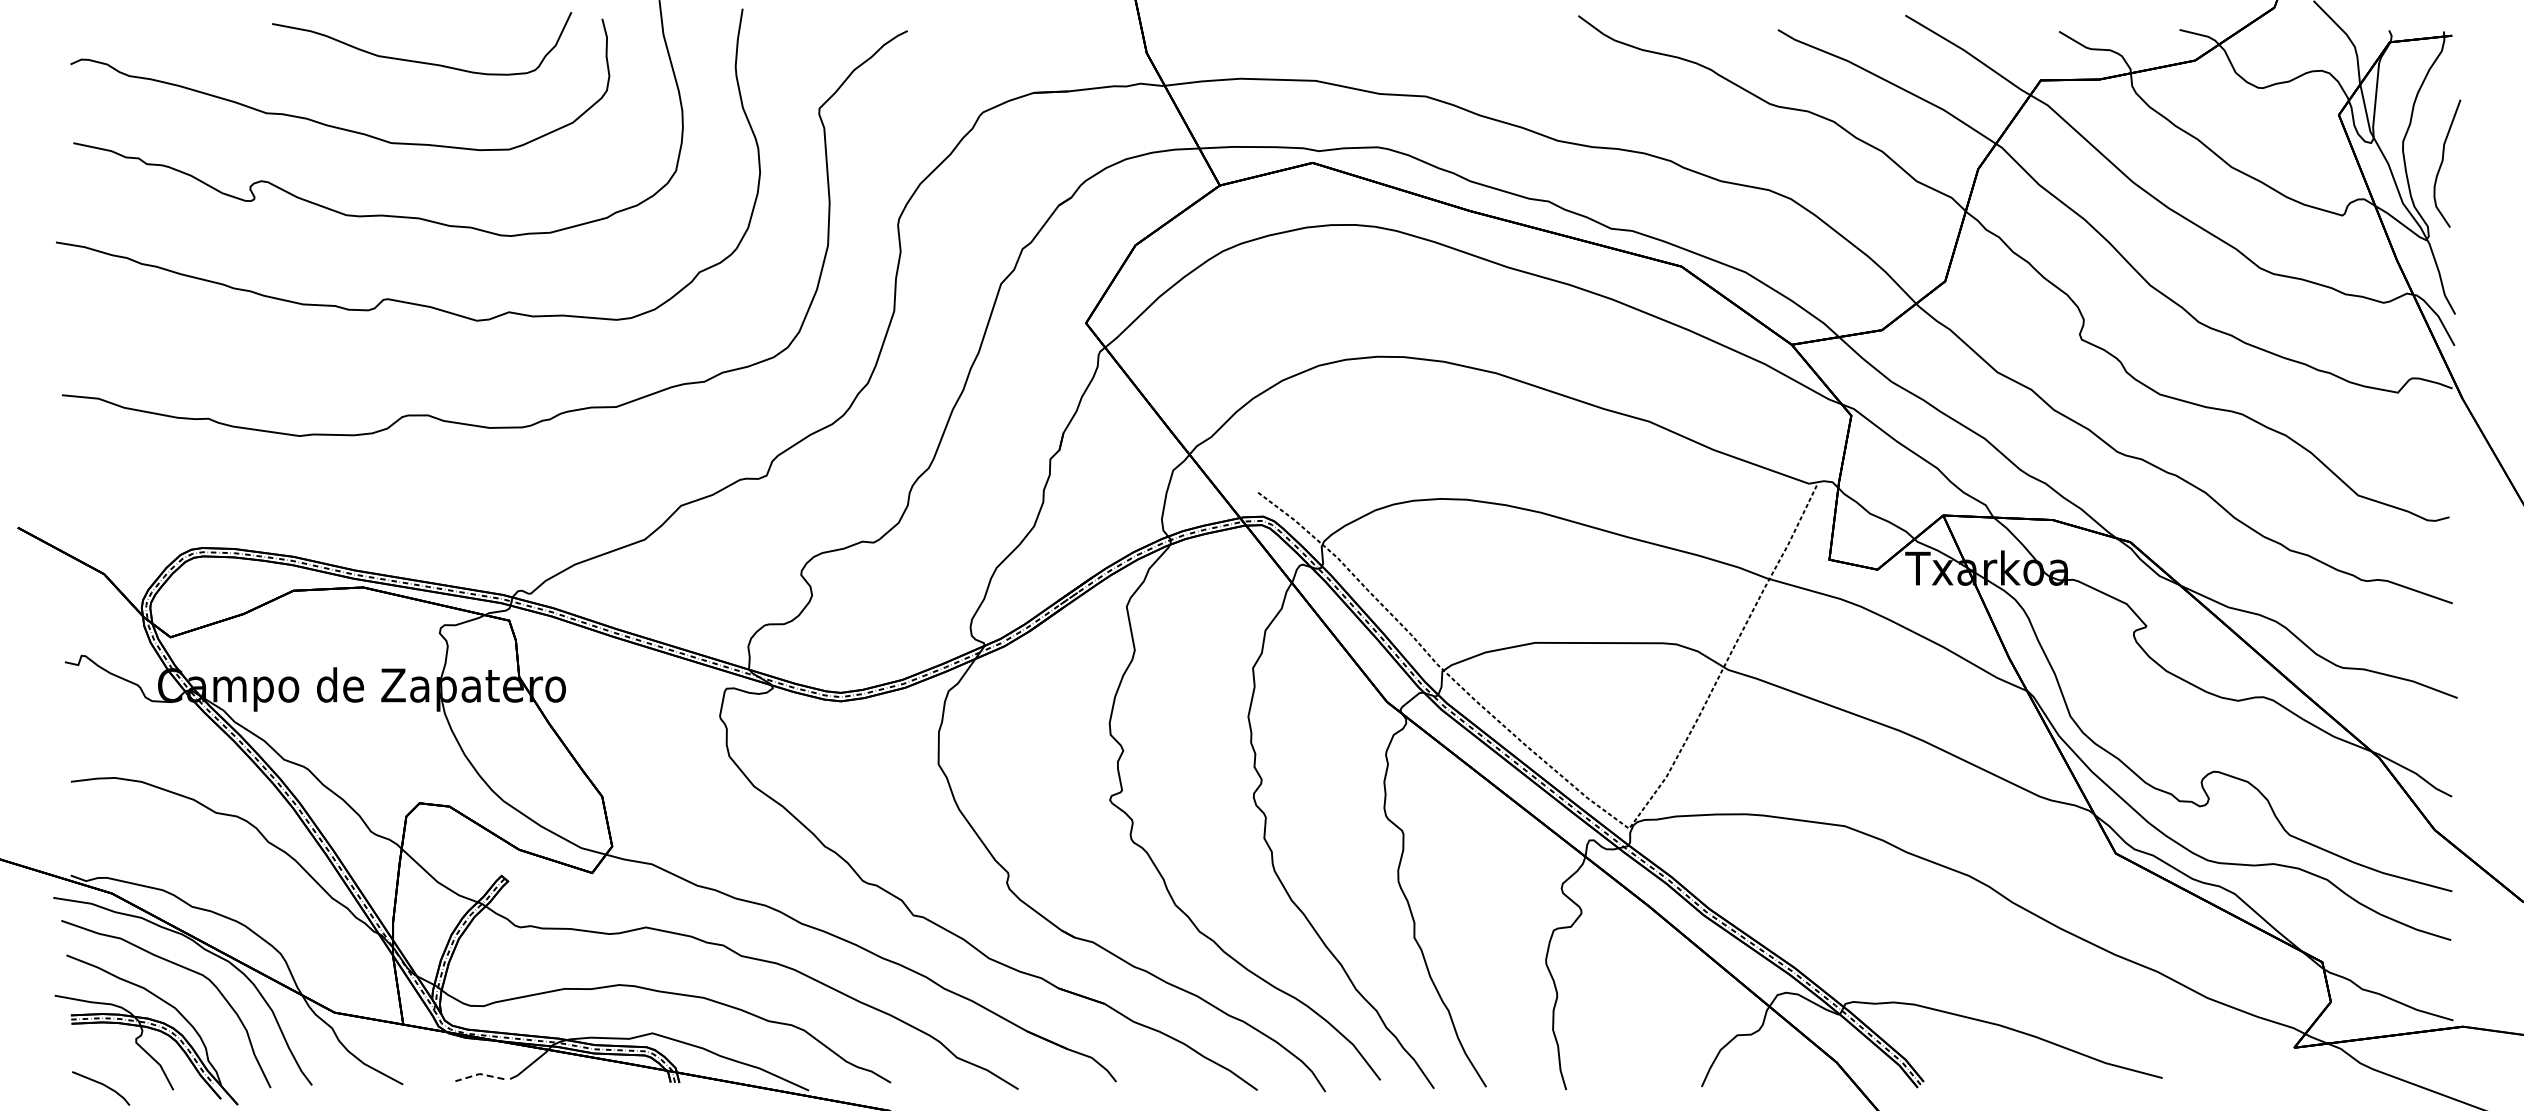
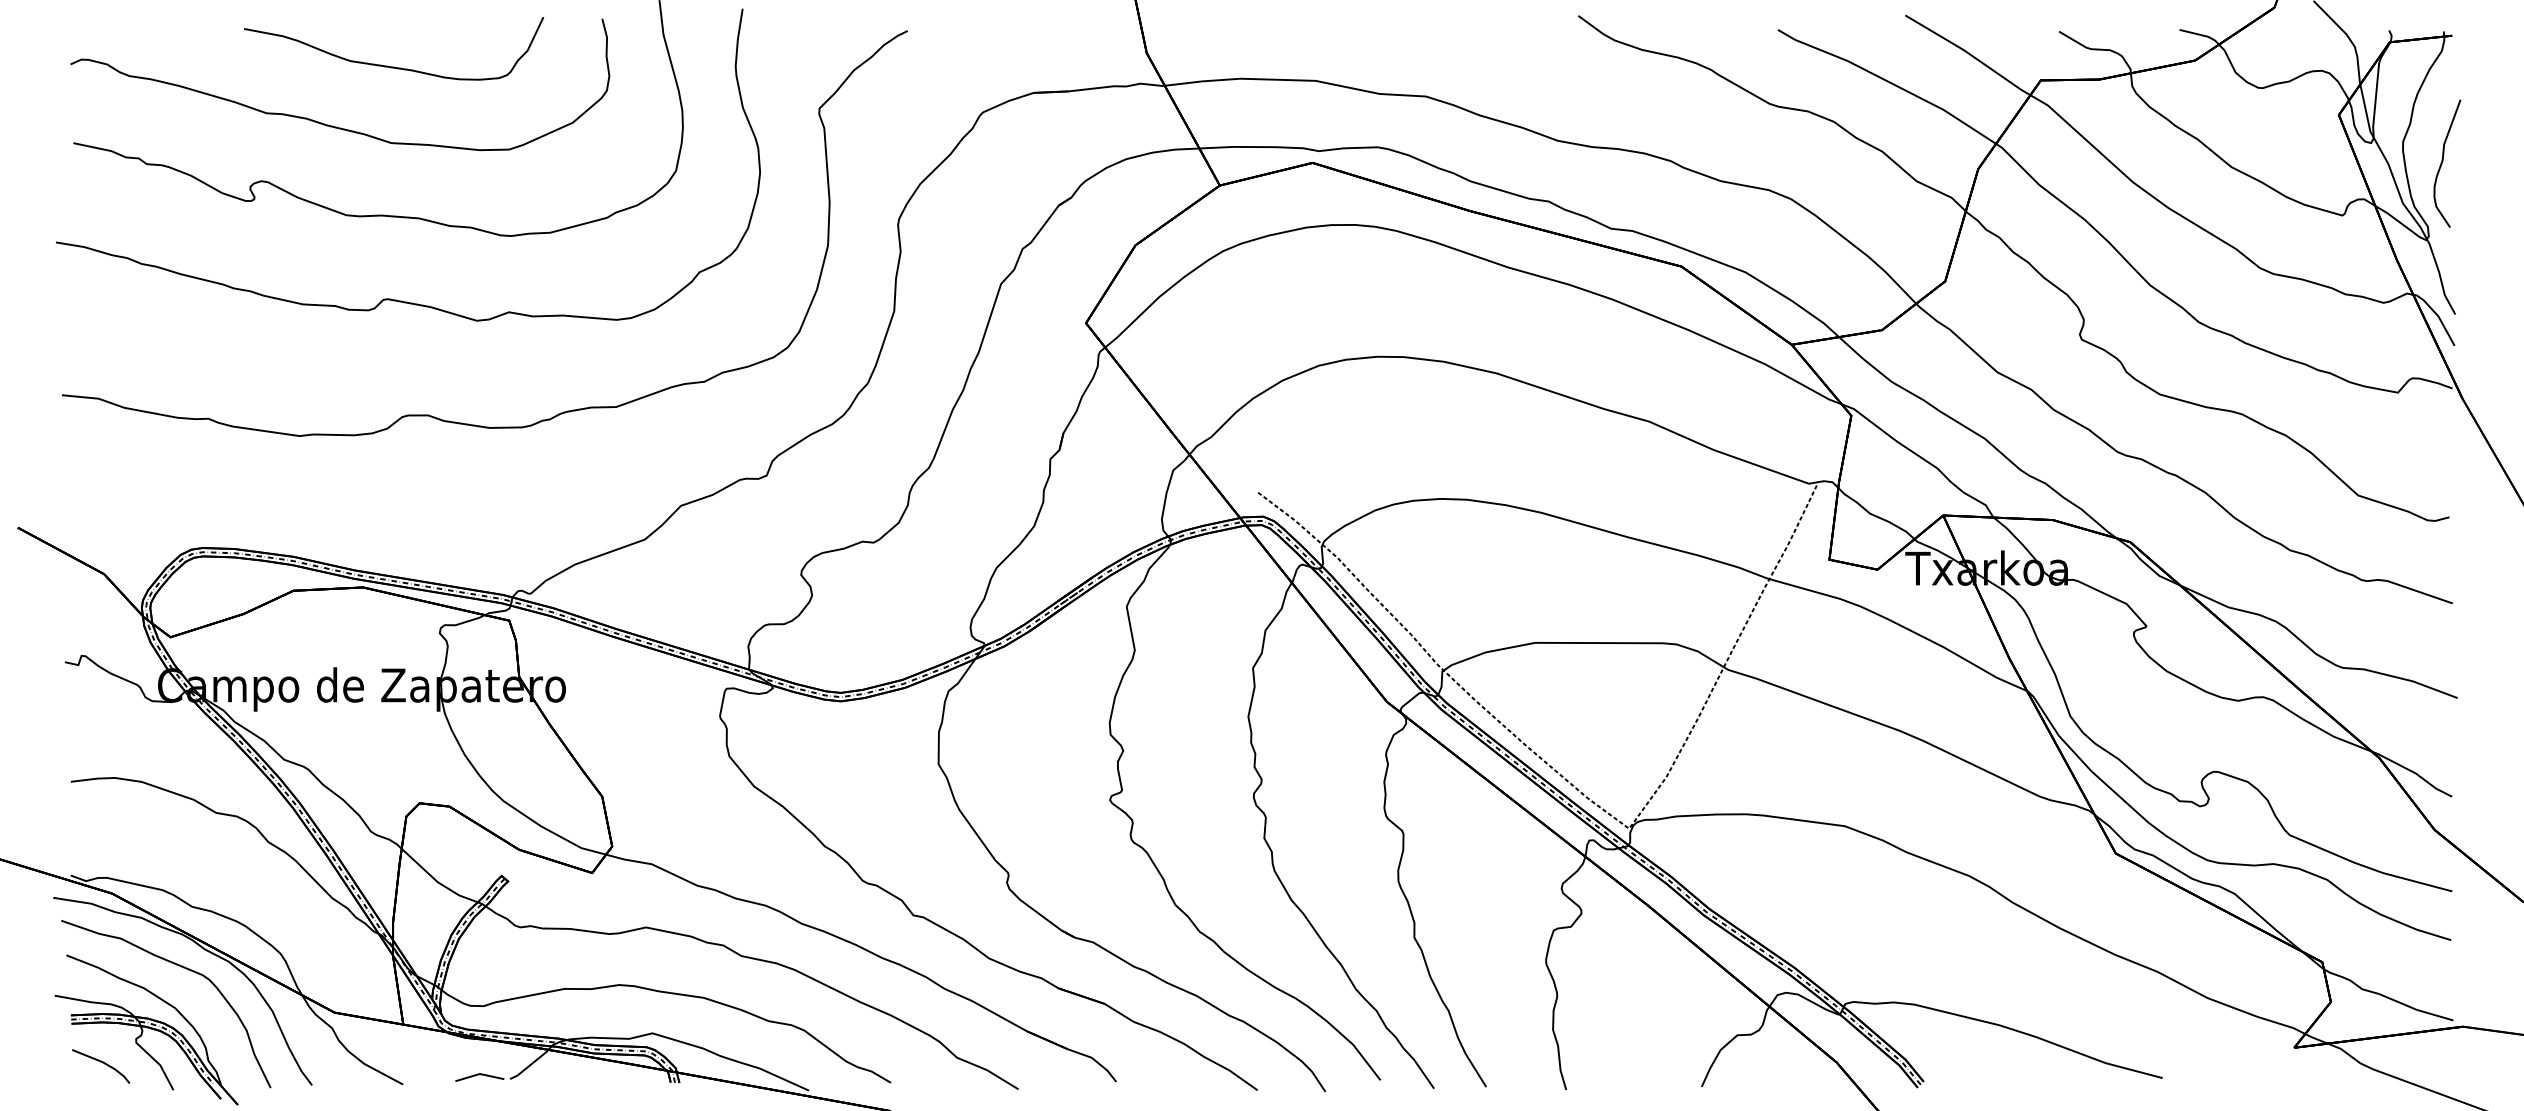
curve at (422, 61) position: (422, 61) -> (394, 66)
line at (479, 1073): dashed -> solid
line at (102, 1085) position: (102, 1085) -> (102, 1063)
